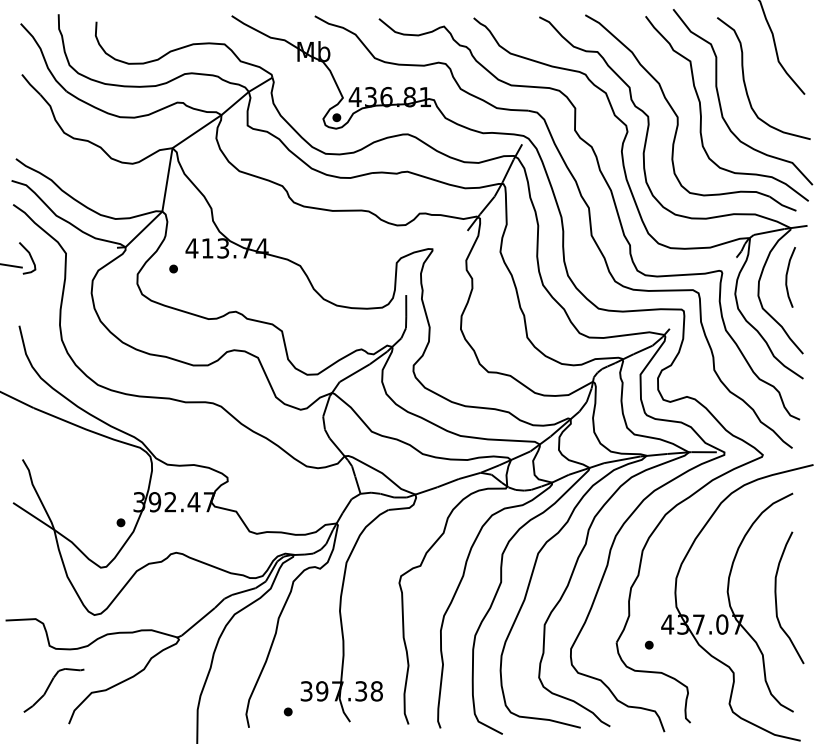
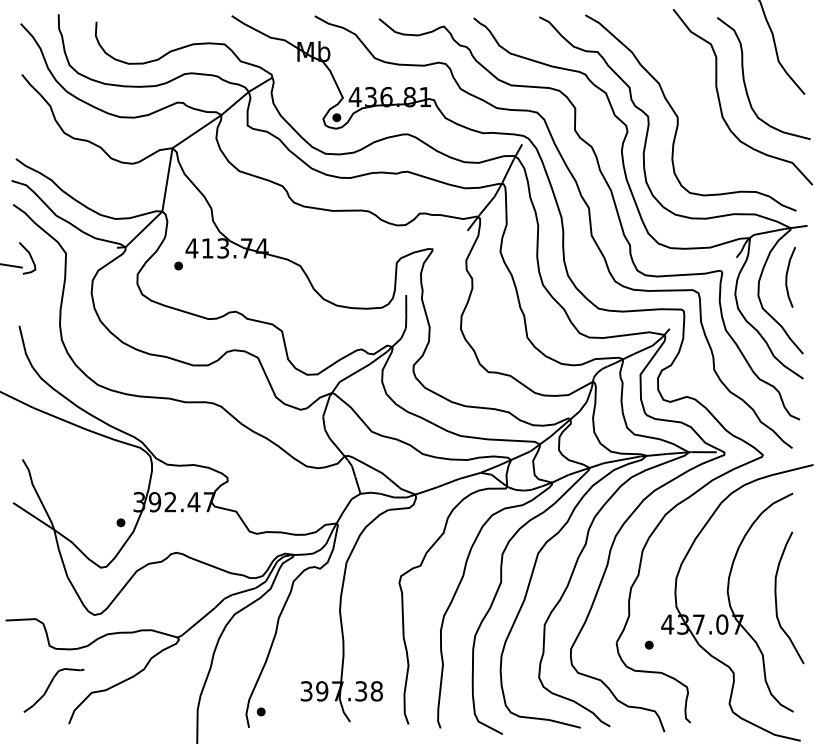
curve at (701, 108): present -> none
part at (173, 268) position: (173, 268) -> (178, 265)
part at (287, 711) position: (287, 711) -> (260, 711)
